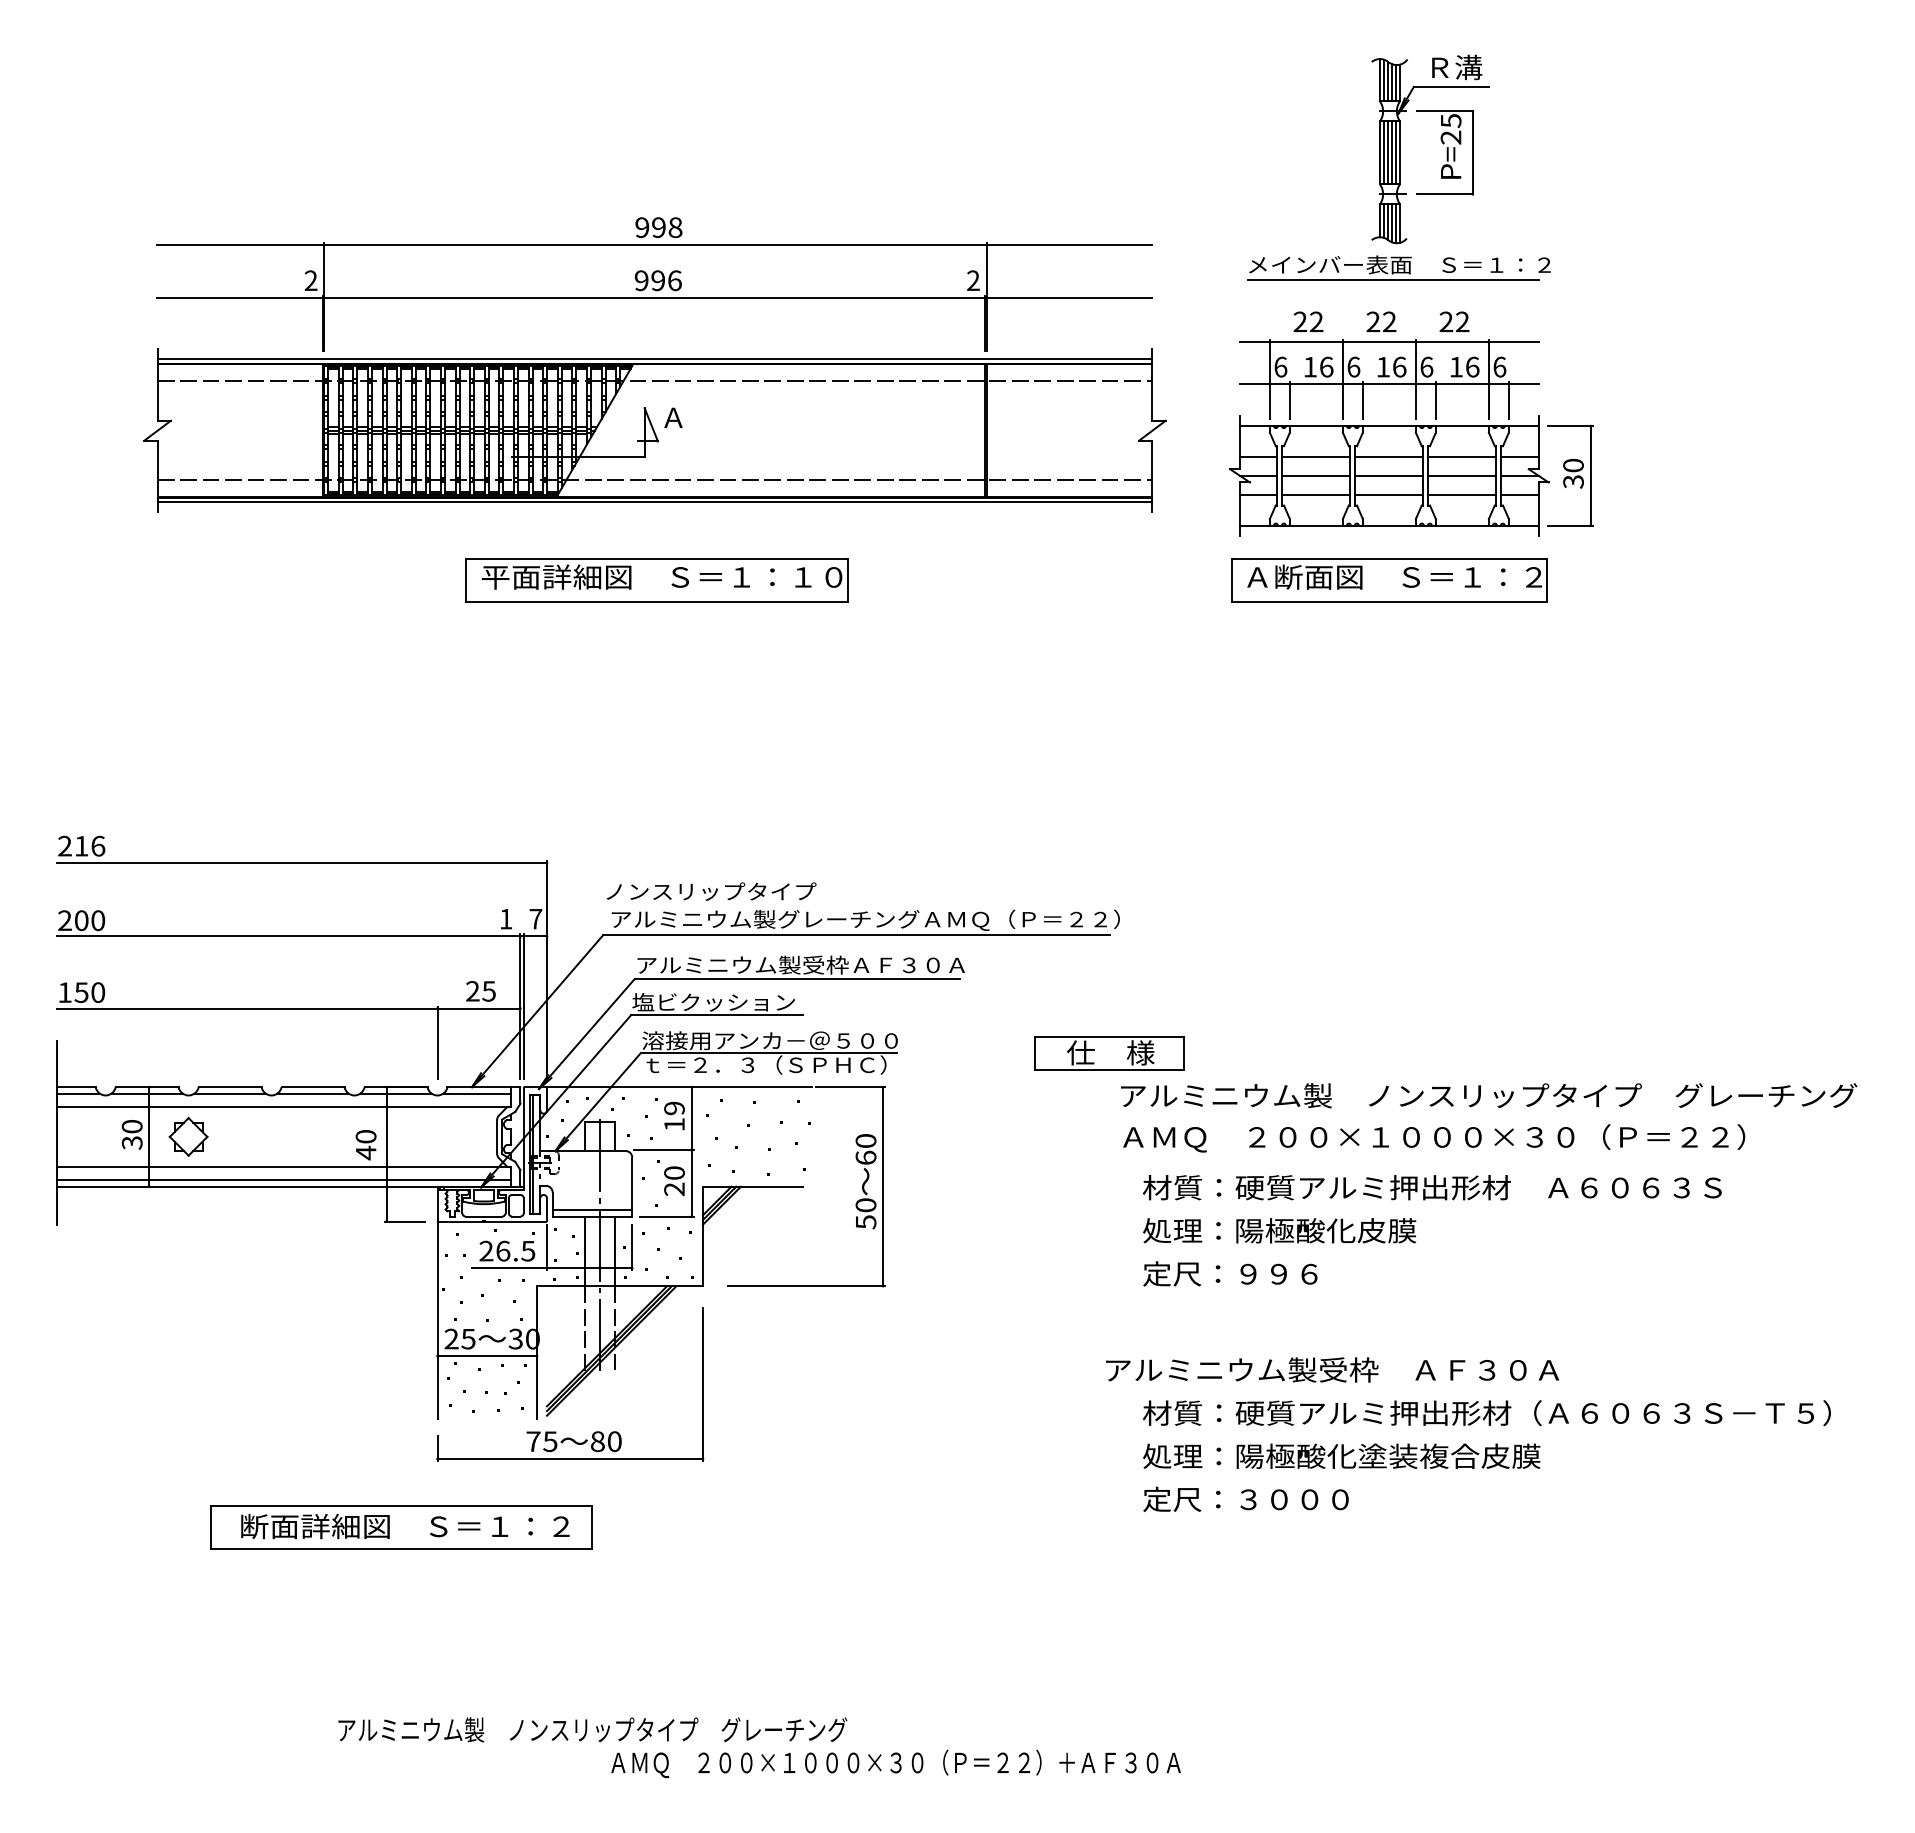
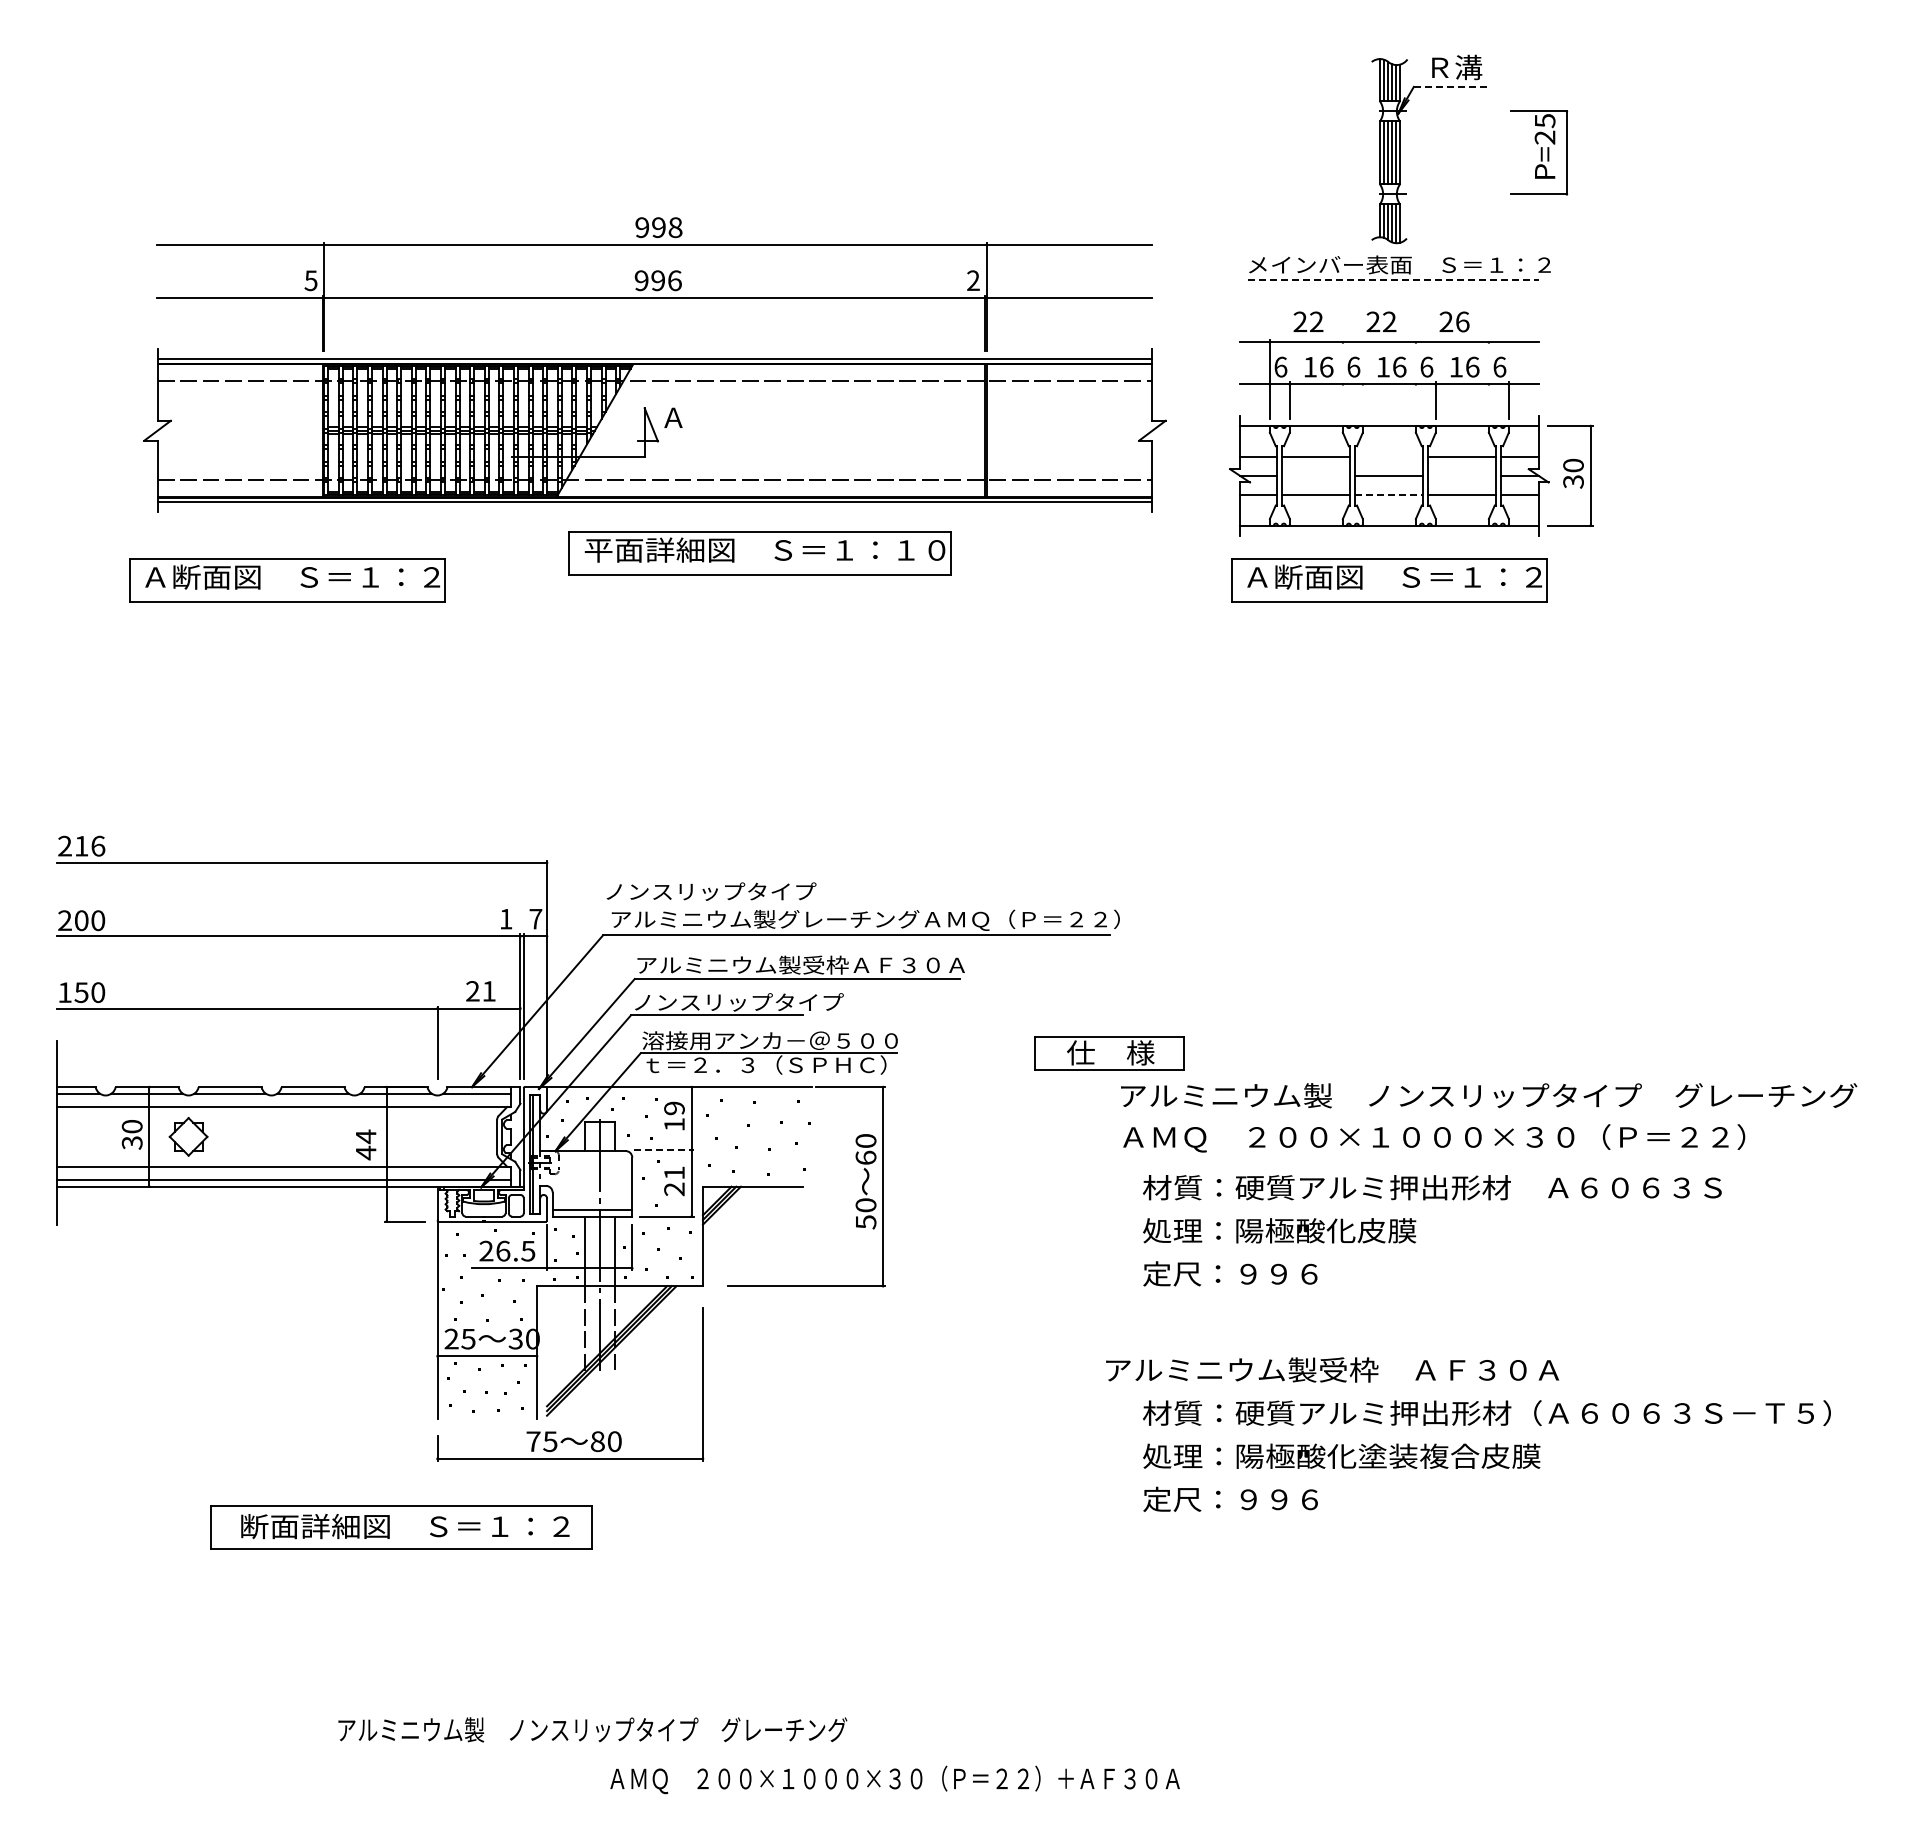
line at (1451, 86): solid -> dashed
part at (1445, 152) position: (1445, 152) -> (1539, 152)
text at (310, 280): 2 -> 5
line at (1394, 280): solid -> dashed
text at (1462, 321): 22 -> 26
line at (1342, 379): present -> none
line at (1415, 379): present -> none
line at (1488, 379): present -> none
line at (1362, 400): present -> none
line at (1389, 457): present -> none
line at (1316, 475): present -> none
line at (1462, 475): present -> none
line at (1389, 494): solid -> dashed
part at (287, 580): none -> present
part at (656, 580) position: (656, 580) -> (759, 553)
text at (488, 991): 25 -> 21
text at (737, 1002): 塩ビクッション -> ノンスリップタイプ
text at (365, 1136): 40 -> 44
line at (664, 1150): solid -> dashed
text at (674, 1172): 20 -> 21
text at (1294, 1499): 定尺：３０００ -> 定尺：９９６
text at (895, 1763) position: (895, 1763) -> (894, 1779)
